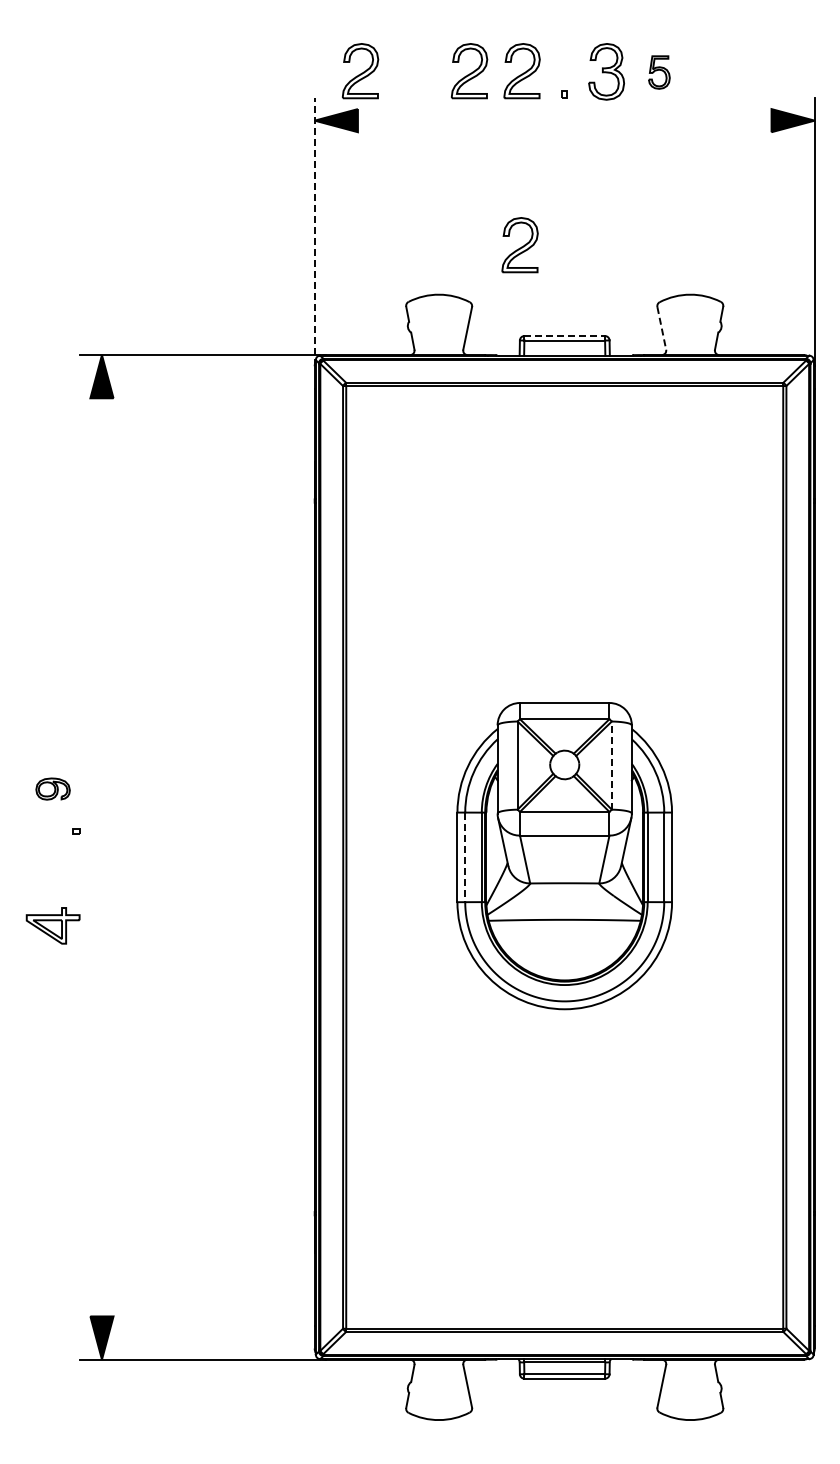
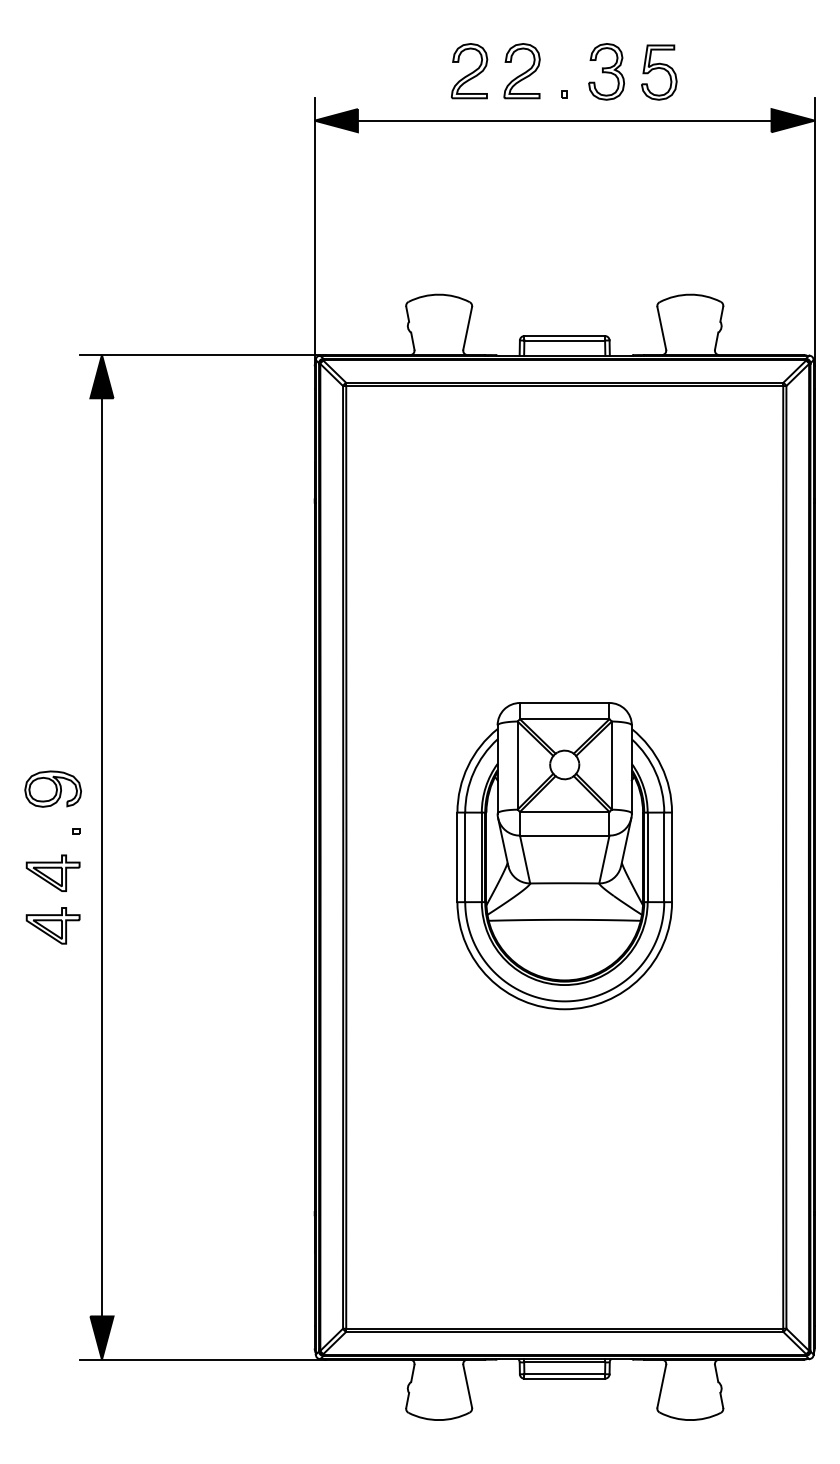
part at (360, 71): present -> none
part at (659, 72) size: 23x35 px -> 37x57 px
line at (564, 120): none -> present
line at (314, 232): dashed -> solid
part at (519, 245): present -> none
line at (661, 328): dashed -> solid
line at (565, 336): dashed -> solid
line at (611, 765): dashed -> solid
part at (52, 788) size: 36x24 px -> 58x38 px
line at (101, 857): none -> present
line at (465, 857): dashed -> solid
part at (52, 872): none -> present
